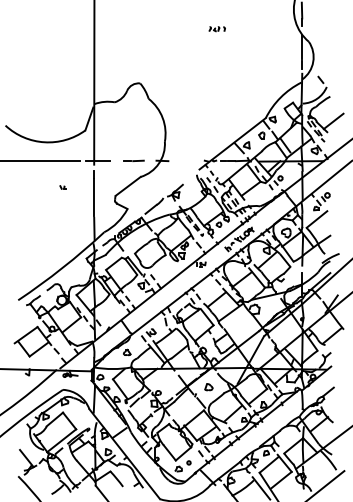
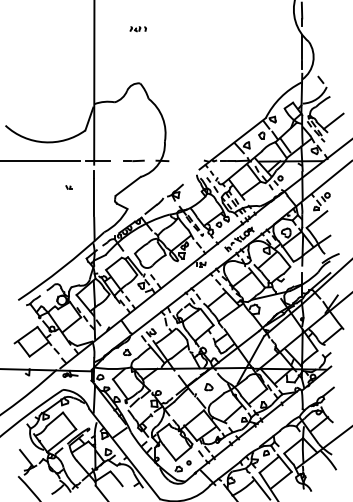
part at (216, 29) position: (216, 29) -> (137, 29)
part at (62, 187) position: (62, 187) -> (68, 187)
line at (326, 484): present -> none
